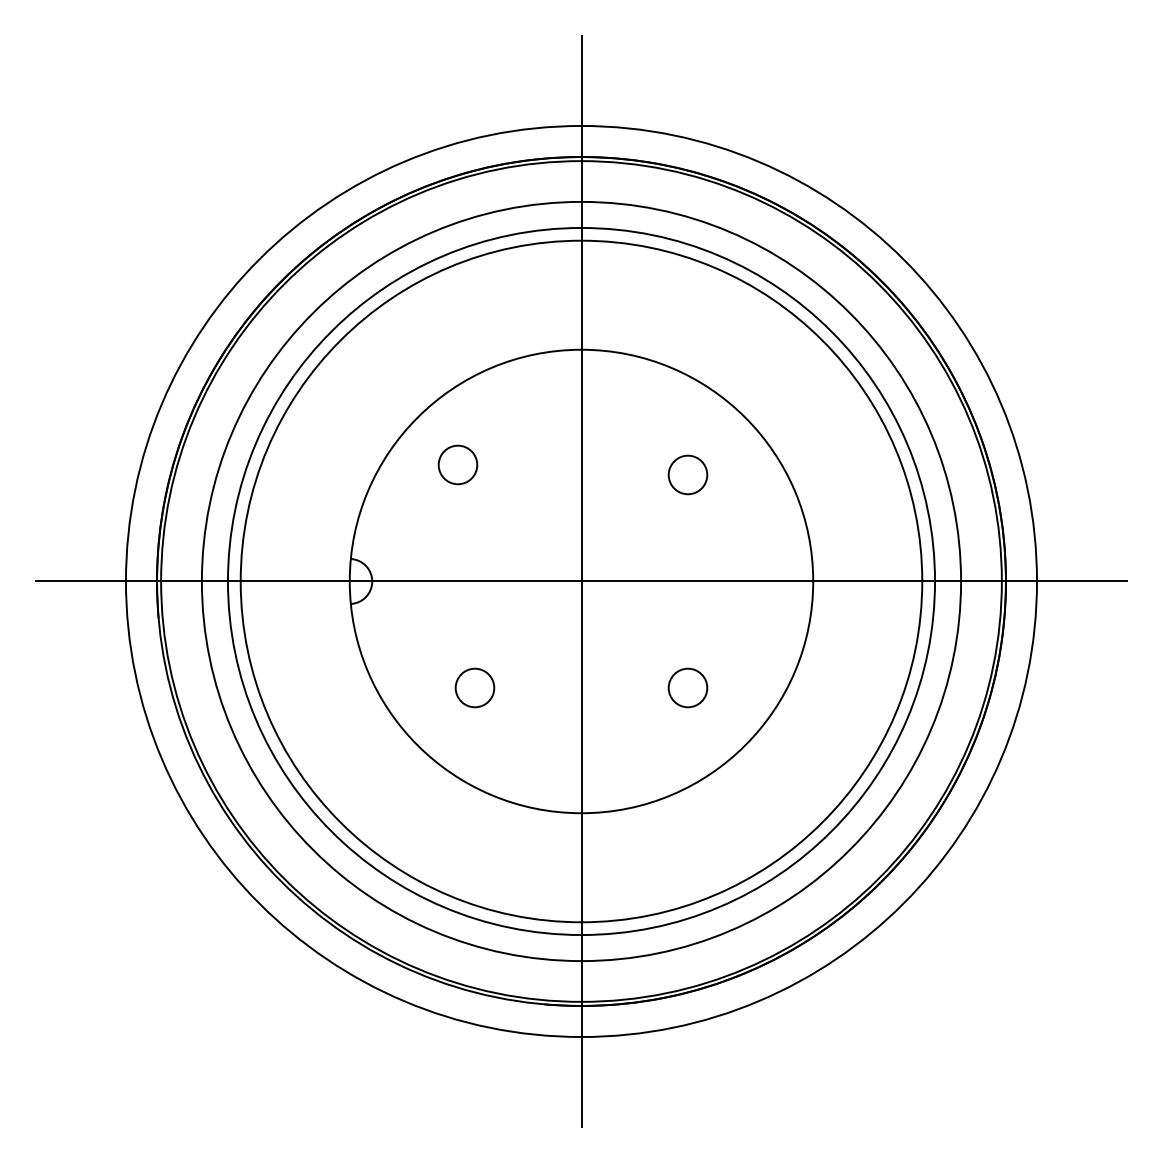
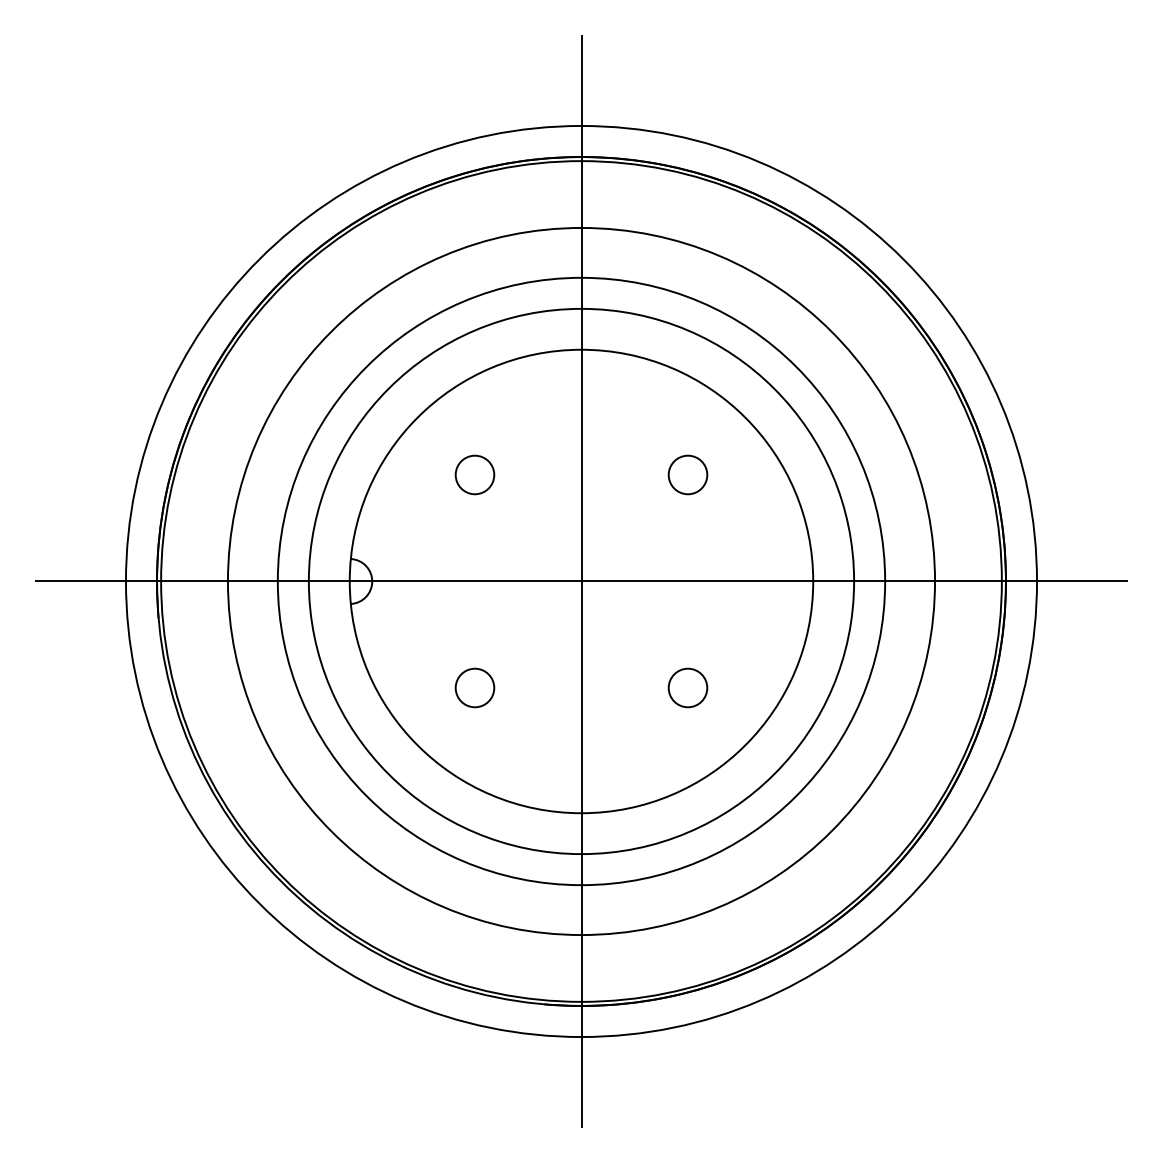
circle at (457, 464) position: (457, 464) -> (474, 474)
circle at (581, 581) diameter: 682 px -> 545 px
circle at (581, 581) diameter: 759 px -> 607 px
